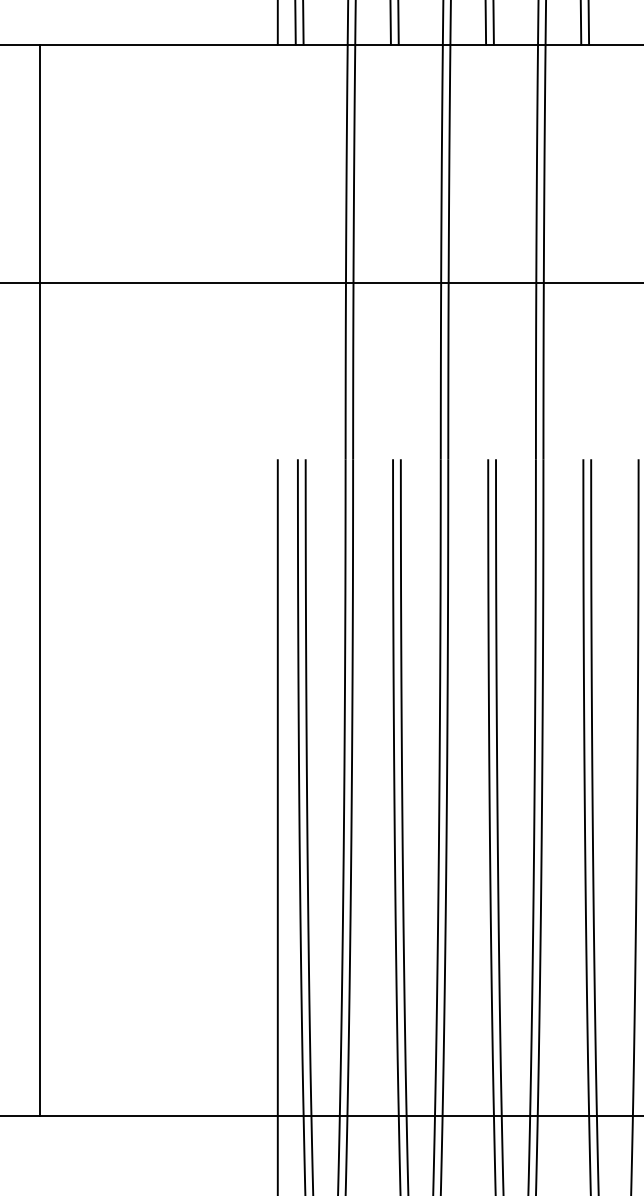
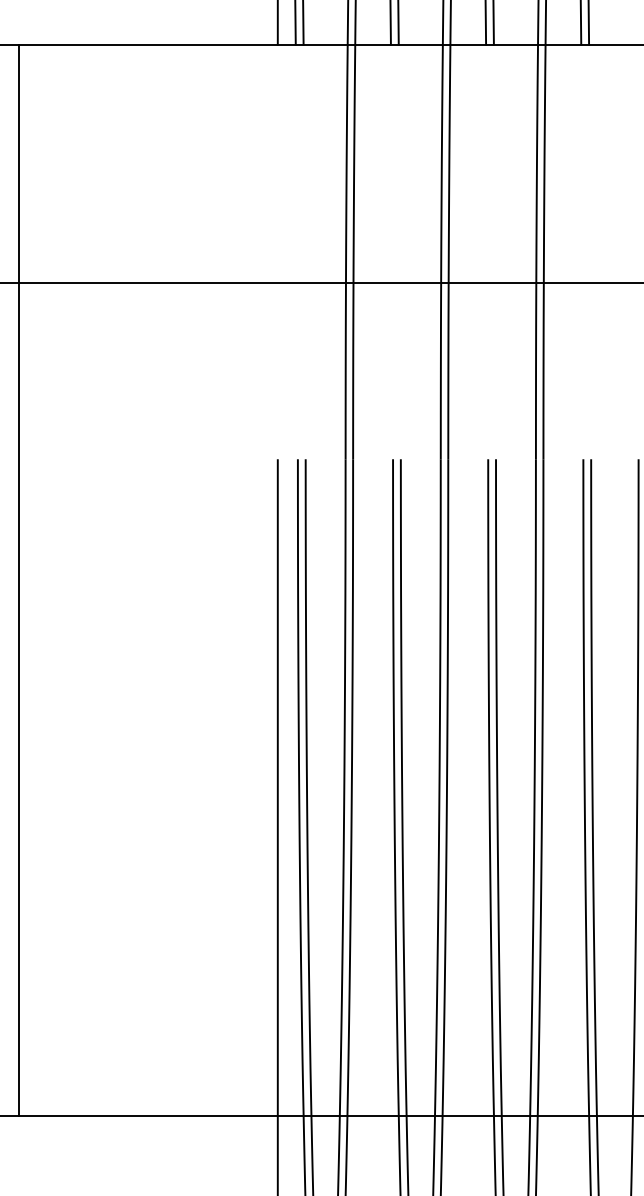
line at (39, 580) position: (39, 580) -> (18, 580)
